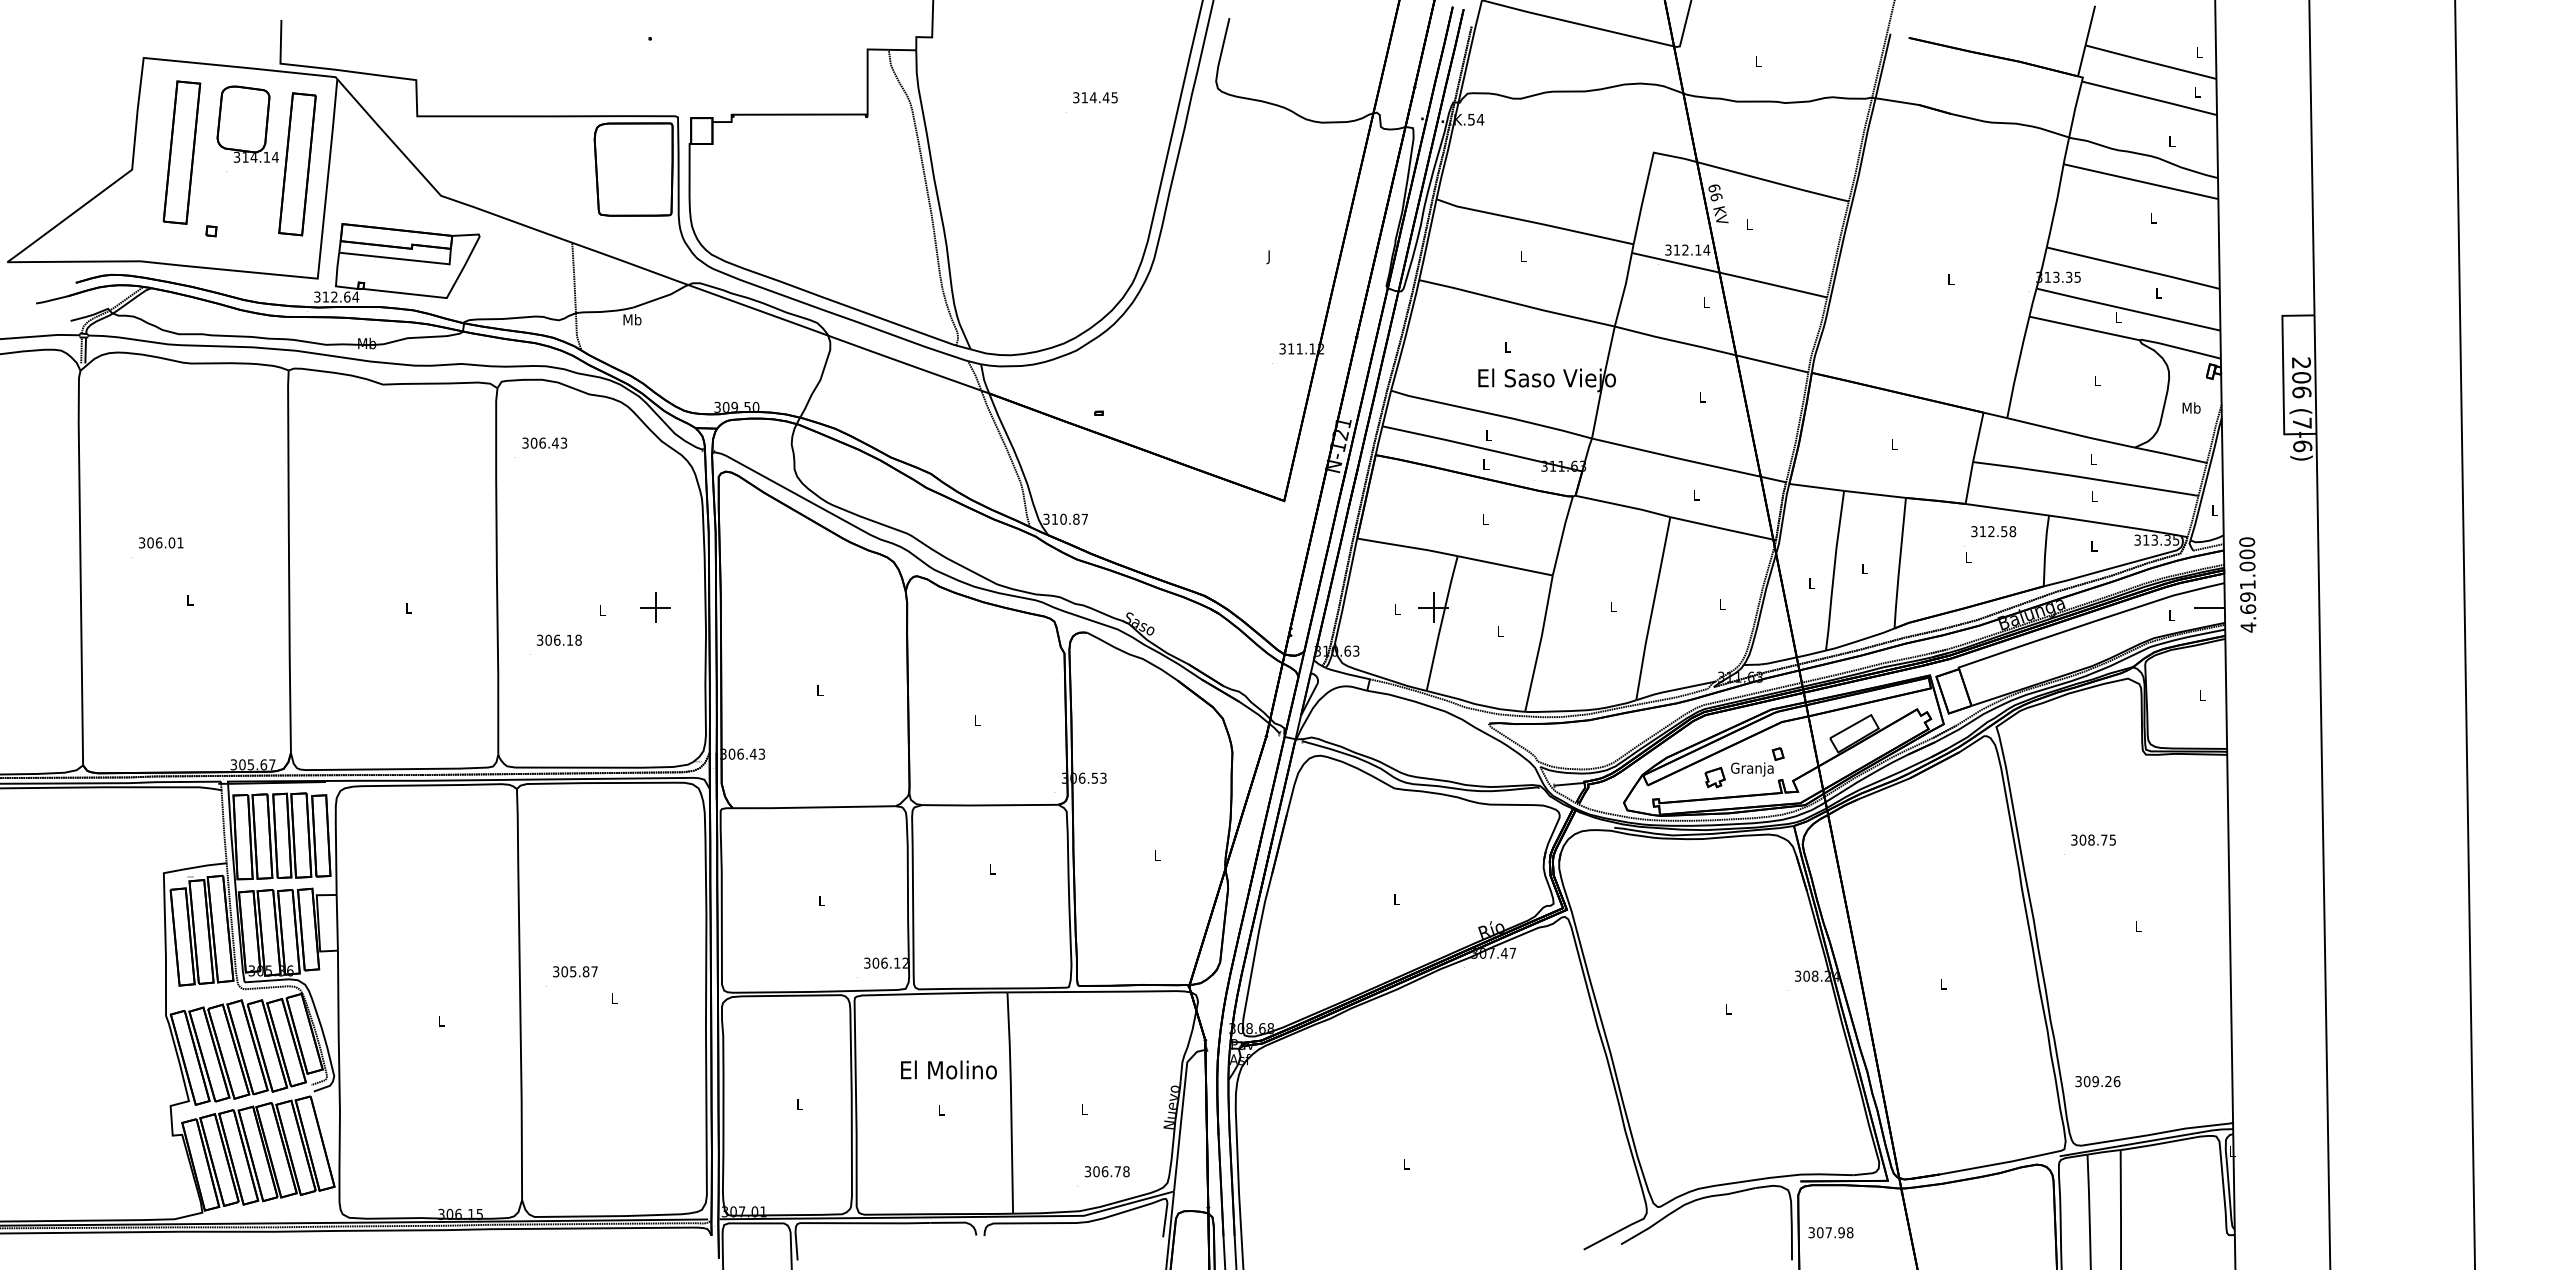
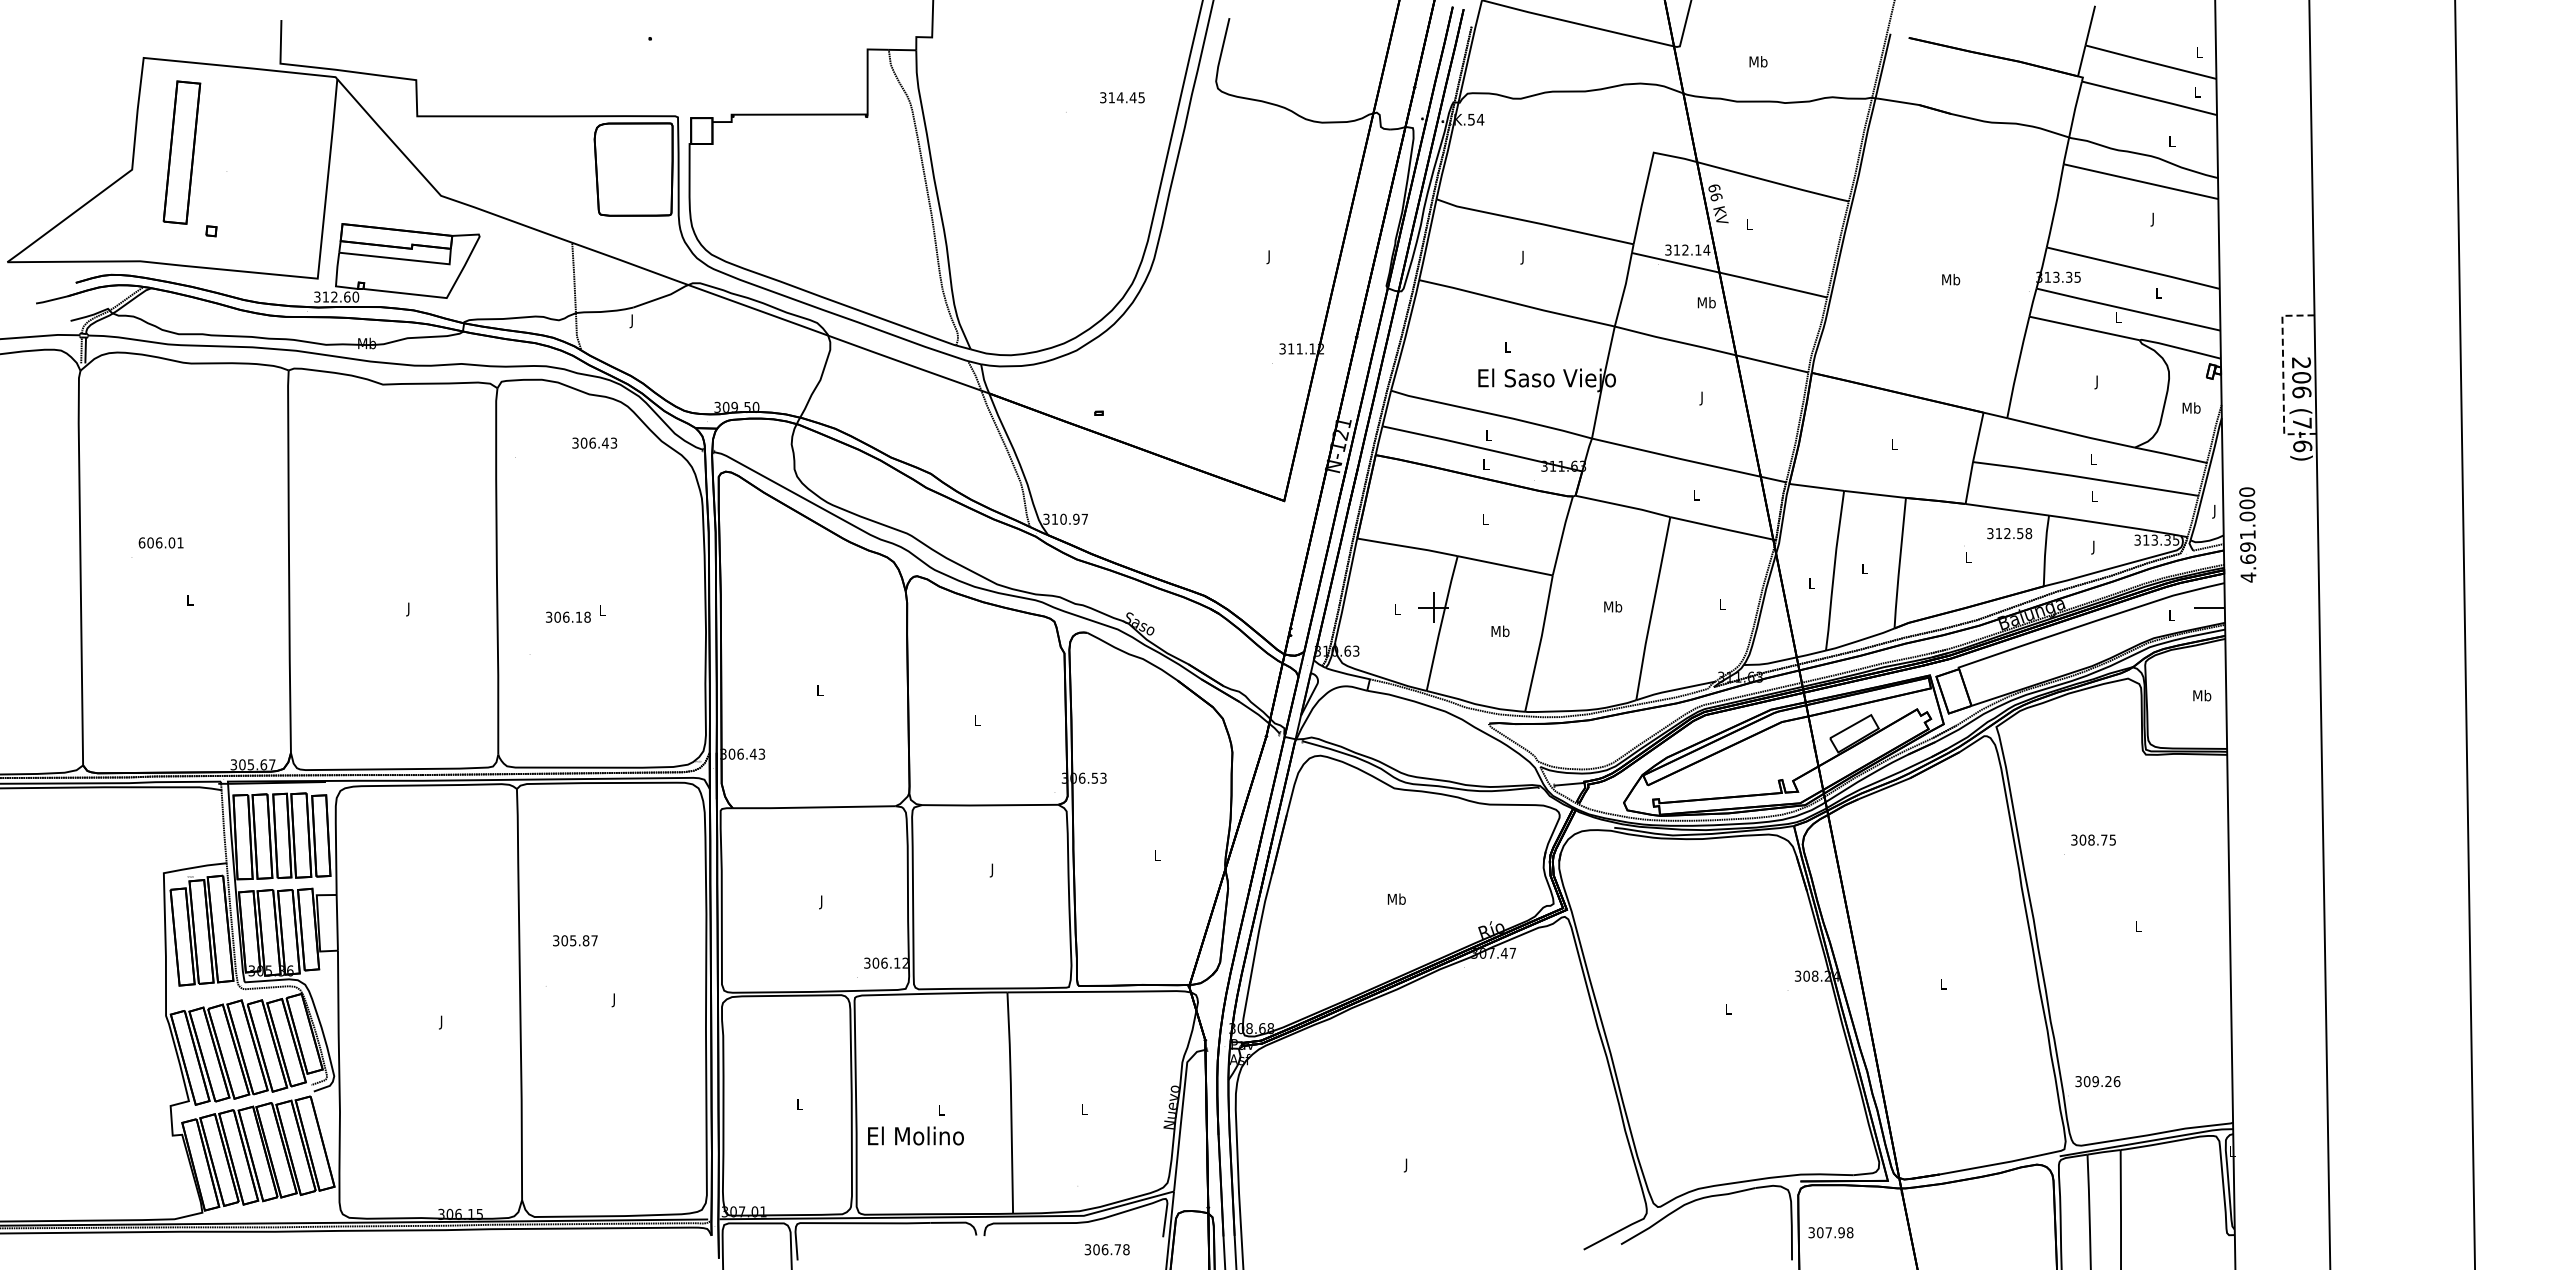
text at (1758, 61): L -> Mb
text at (1095, 97) position: (1095, 97) -> (1122, 97)
part at (266, 160): present -> none
text at (2153, 219): L -> J
text at (1523, 257): L -> J
text at (1951, 279): L -> Mb
text at (355, 296): 312.64 -> 312.60
text at (1706, 302): L -> Mb
text at (632, 321): Mb -> J
line at (2283, 375): solid -> dashed
text at (2097, 382): L -> J
text at (1702, 398): L -> J
text at (544, 442) position: (544, 442) -> (594, 442)
text at (2214, 511): L -> J
text at (1076, 519): 310.87 -> 310.97
text at (1993, 531) position: (1993, 531) -> (2009, 533)
text at (141, 542): 306.01 -> 606.01
text at (2094, 547): L -> J
text at (2247, 584) position: (2247, 584) -> (2247, 534)
text at (1613, 606): L -> Mb
part at (655, 607): present -> none
text at (408, 609): L -> J
text at (1500, 631): L -> Mb
text at (559, 639) position: (559, 639) -> (568, 616)
text at (2202, 695): L -> Mb
part at (1744, 767): present -> none
text at (992, 870): L -> J
text at (1396, 898): L -> Mb
text at (821, 902): L -> J
text at (575, 971) position: (575, 971) -> (575, 940)
text at (614, 1000): L -> J
text at (441, 1022): L -> J
text at (948, 1069) position: (948, 1069) -> (915, 1135)
text at (1406, 1165): L -> J
text at (1106, 1171) position: (1106, 1171) -> (1106, 1249)
